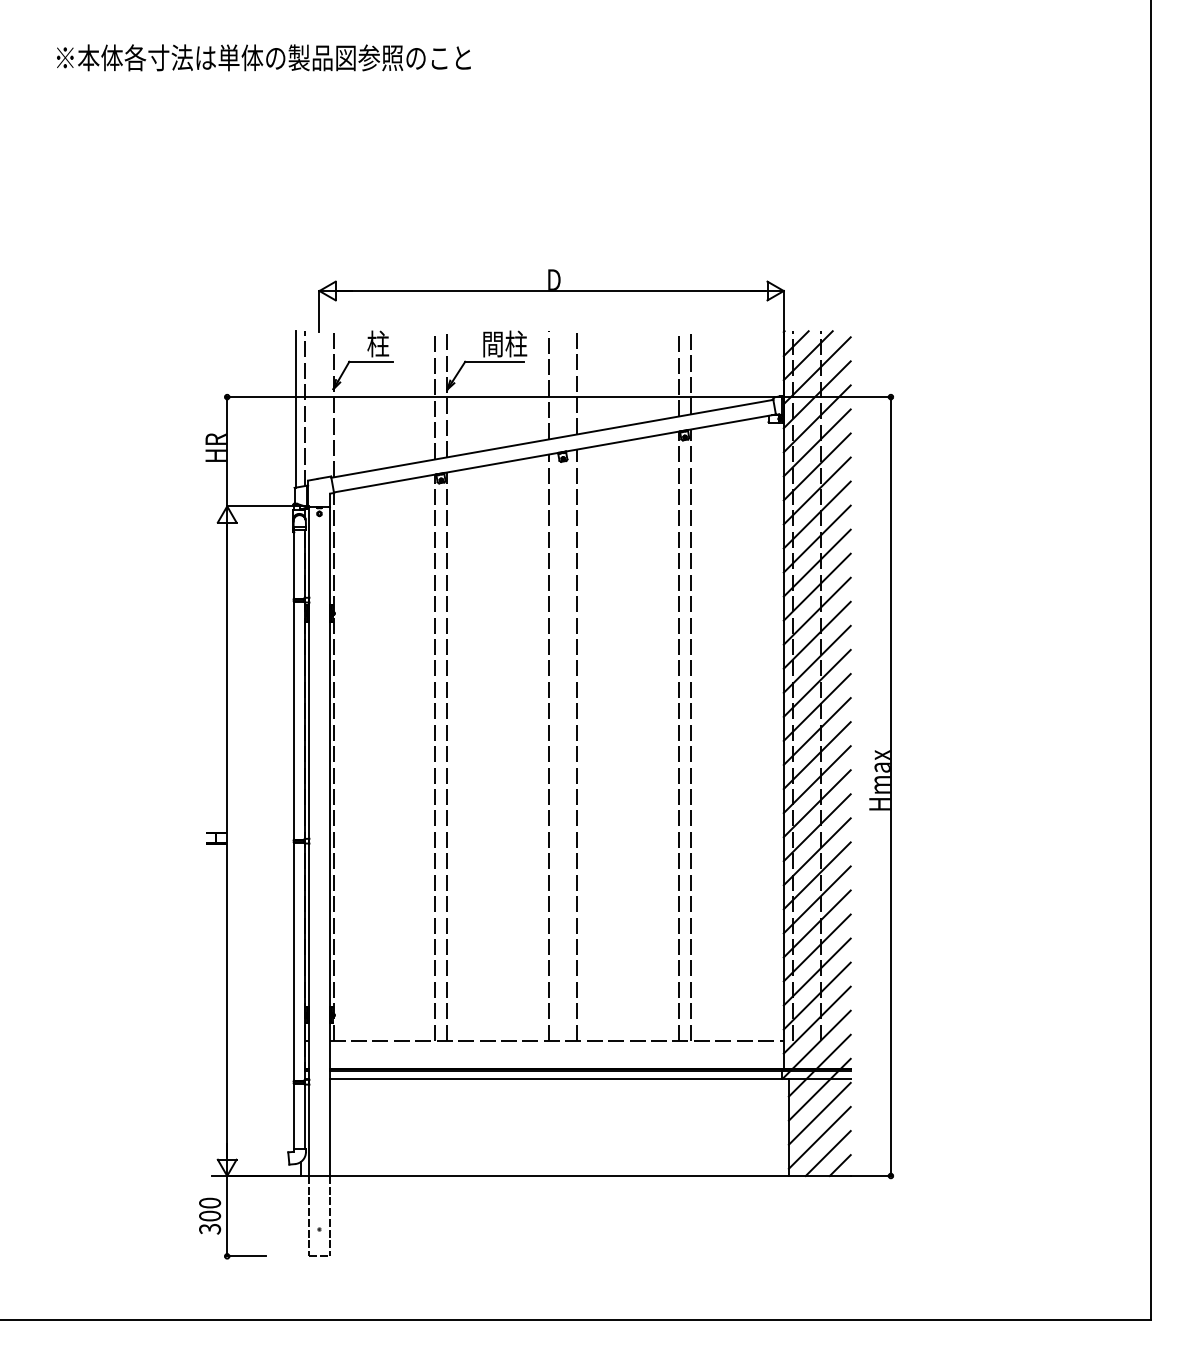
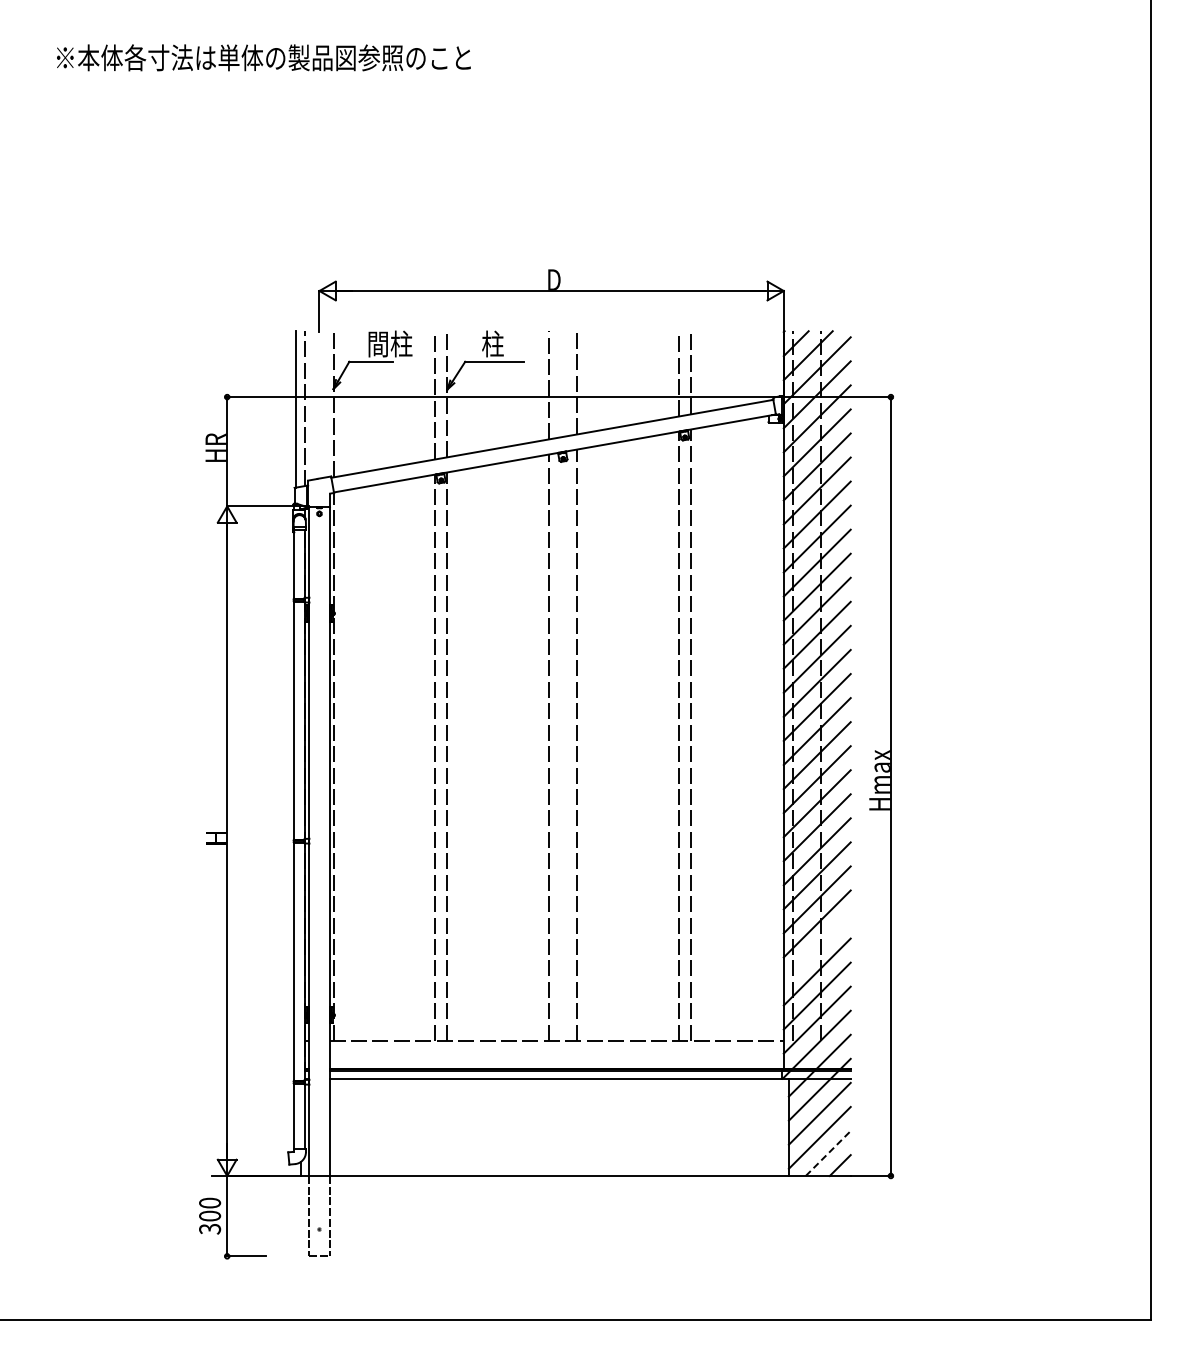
text at (389, 343): 柱 -> 間柱
text at (504, 343): 間柱 -> 柱
line at (816, 947): present -> none
line at (828, 1153): solid -> dashed
